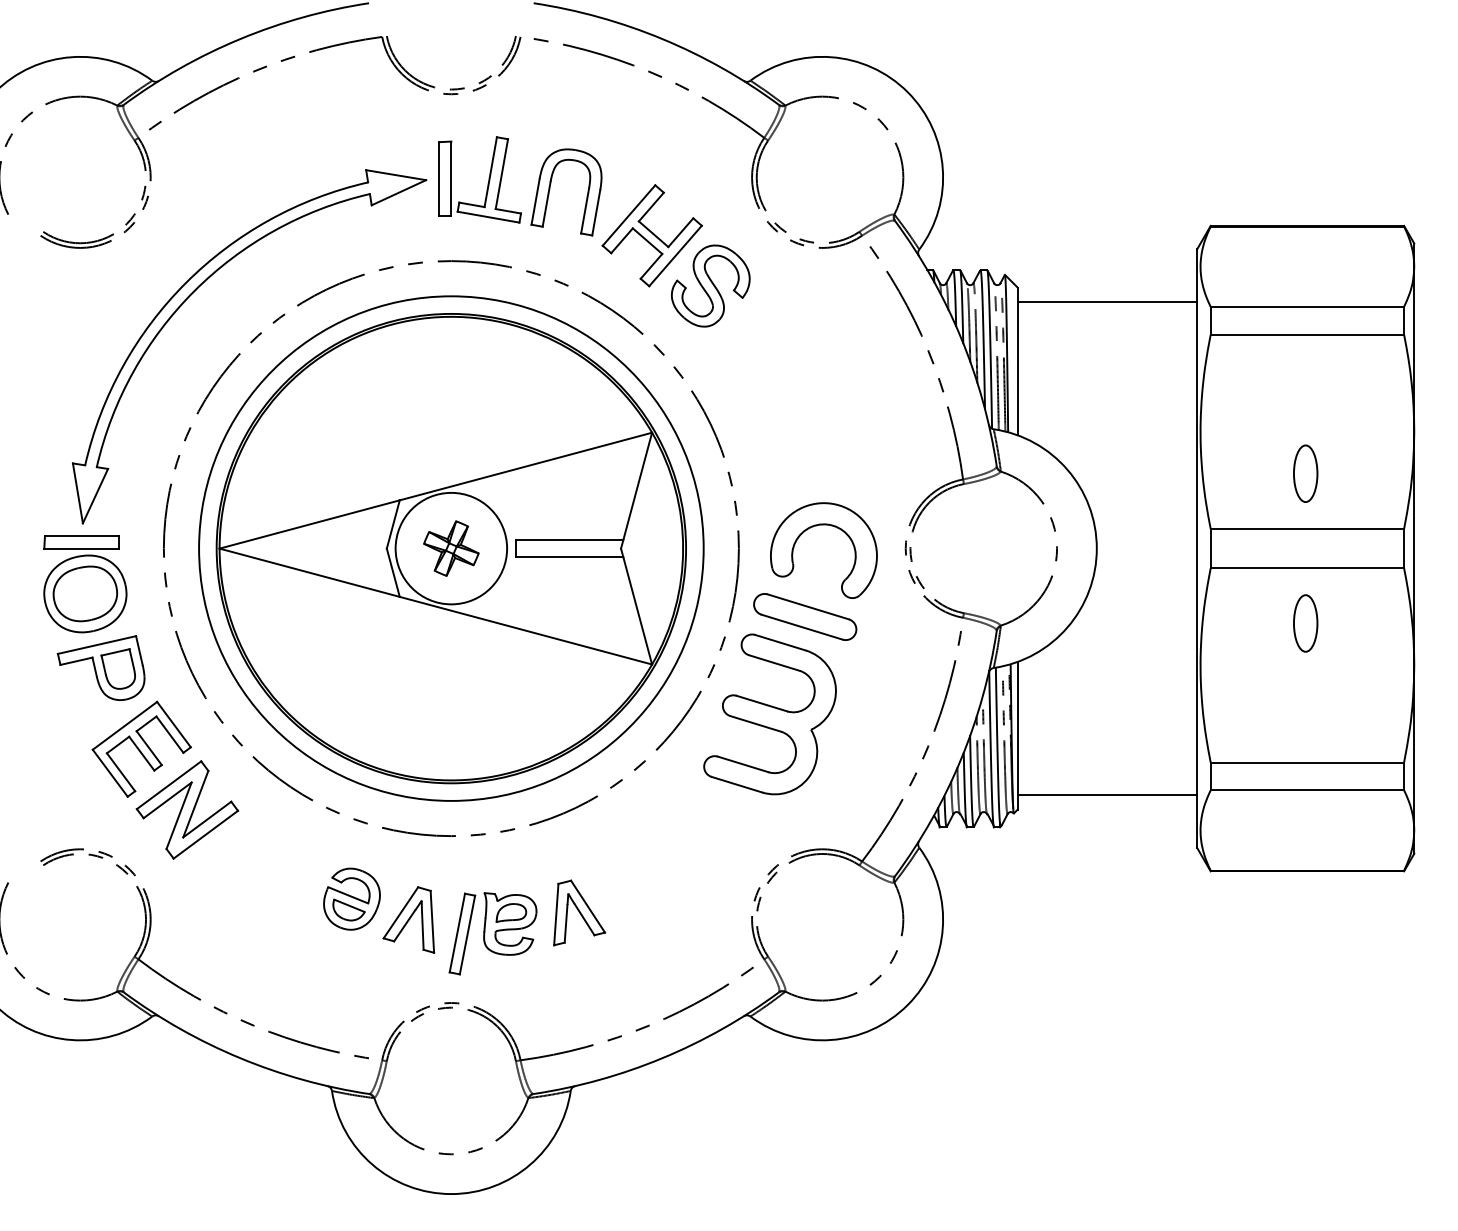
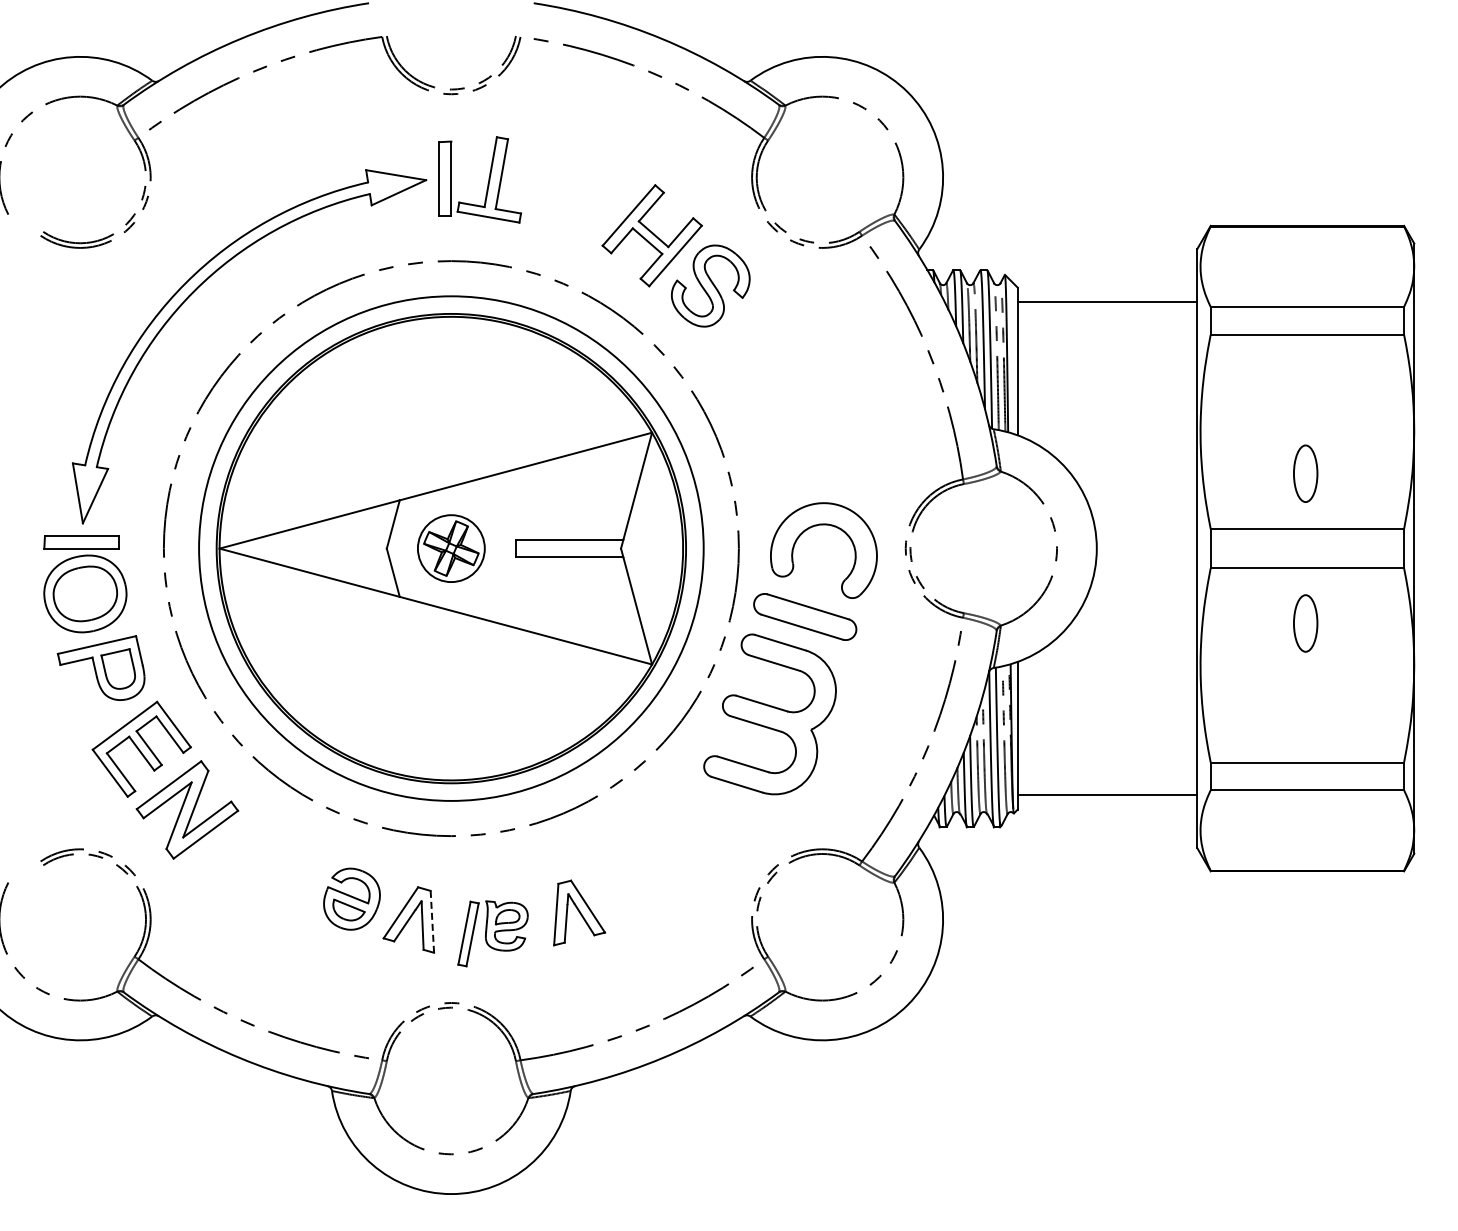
part at (550, 189): present -> none
circle at (451, 548) diameter: 111 px -> 67 px
line at (432, 921): solid -> dashed
part at (492, 933) size: 90x84 px -> 72x68 px
